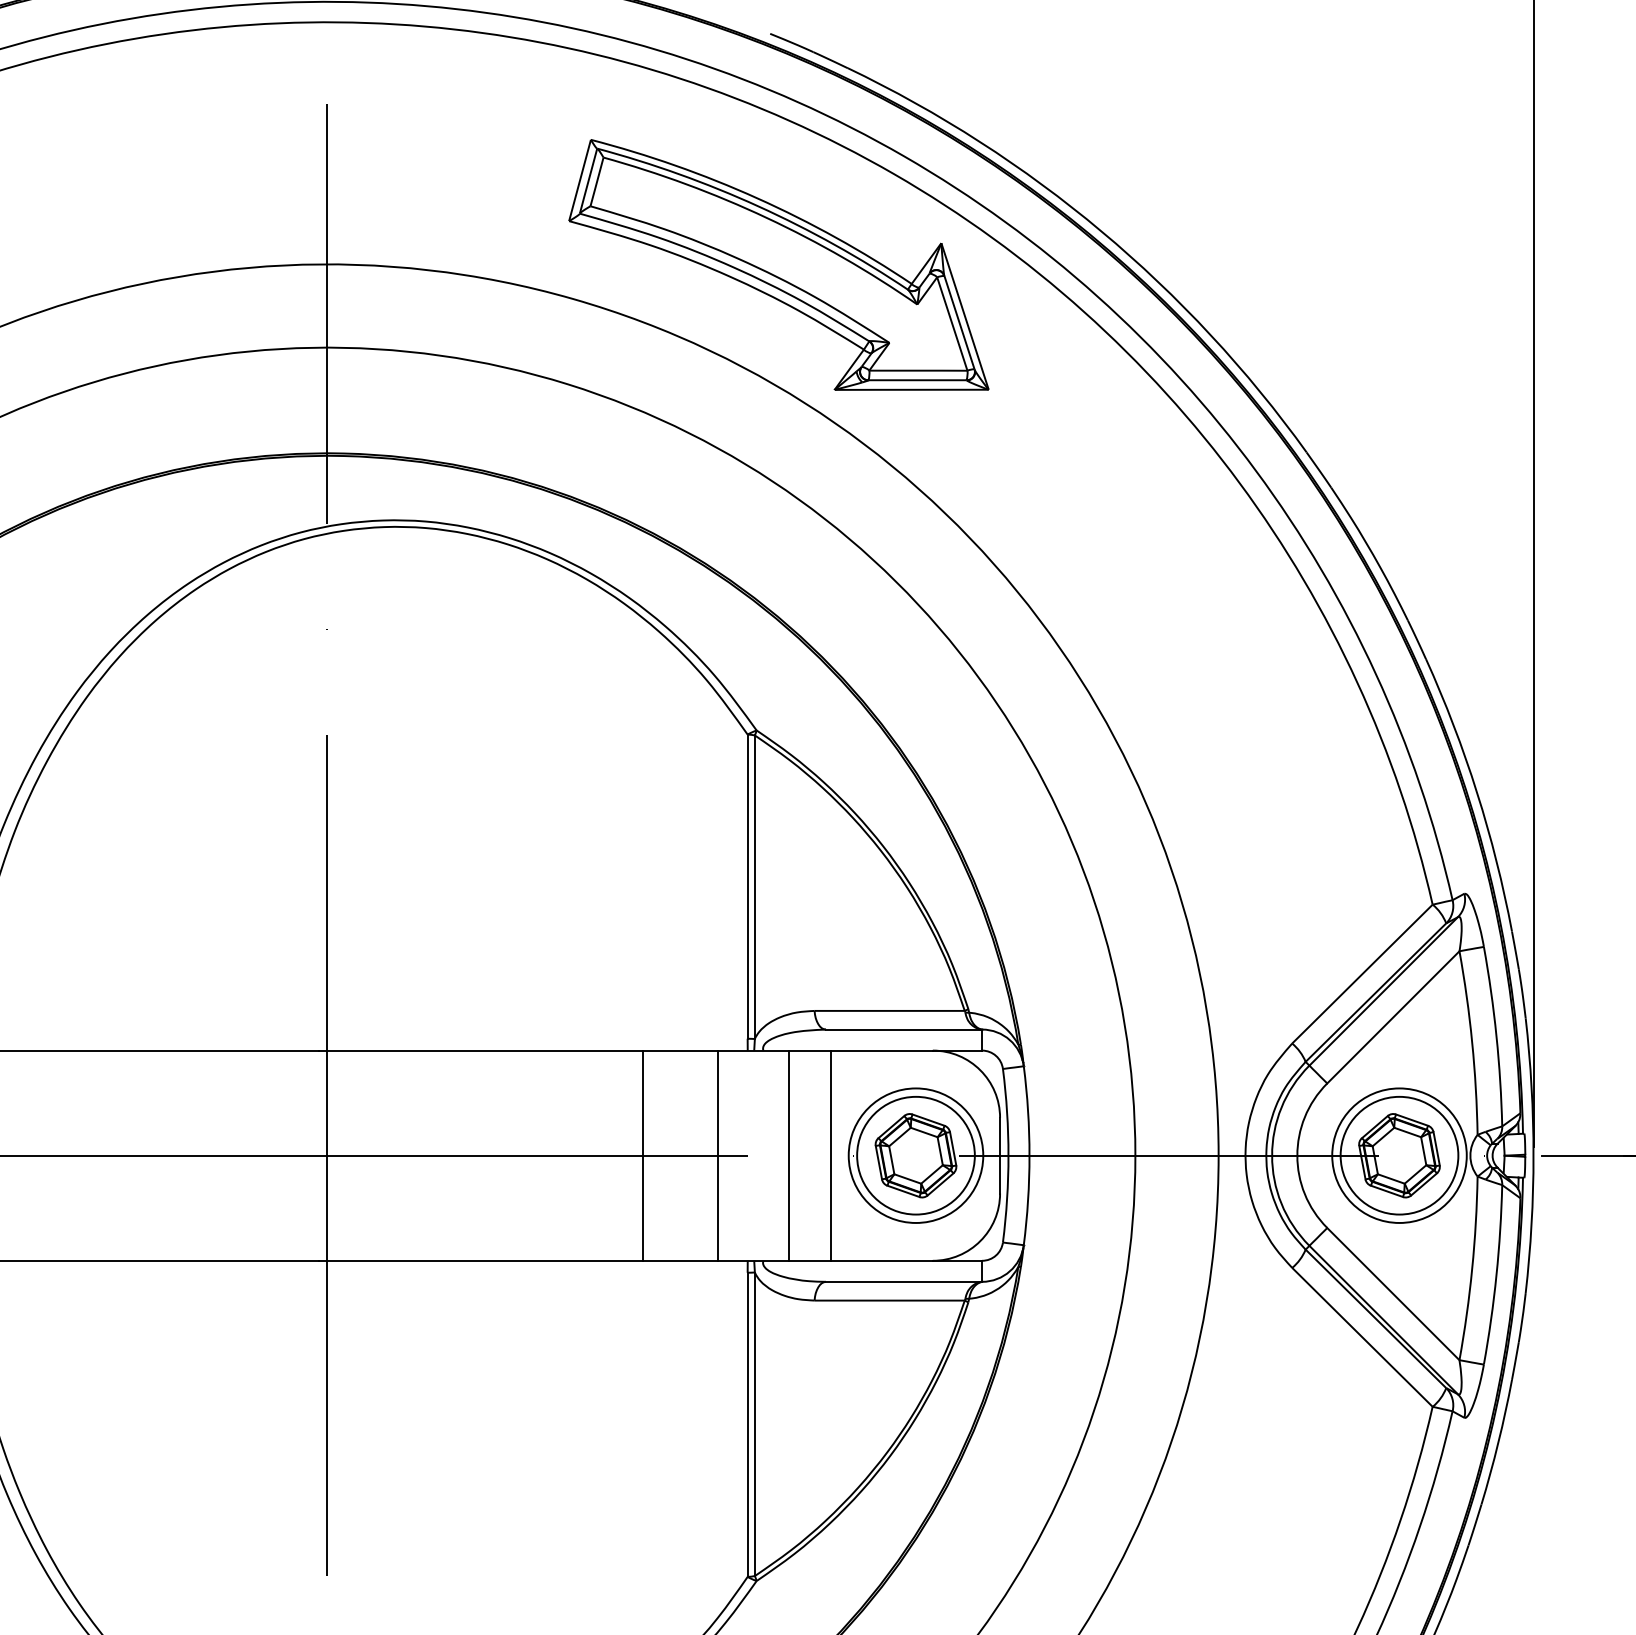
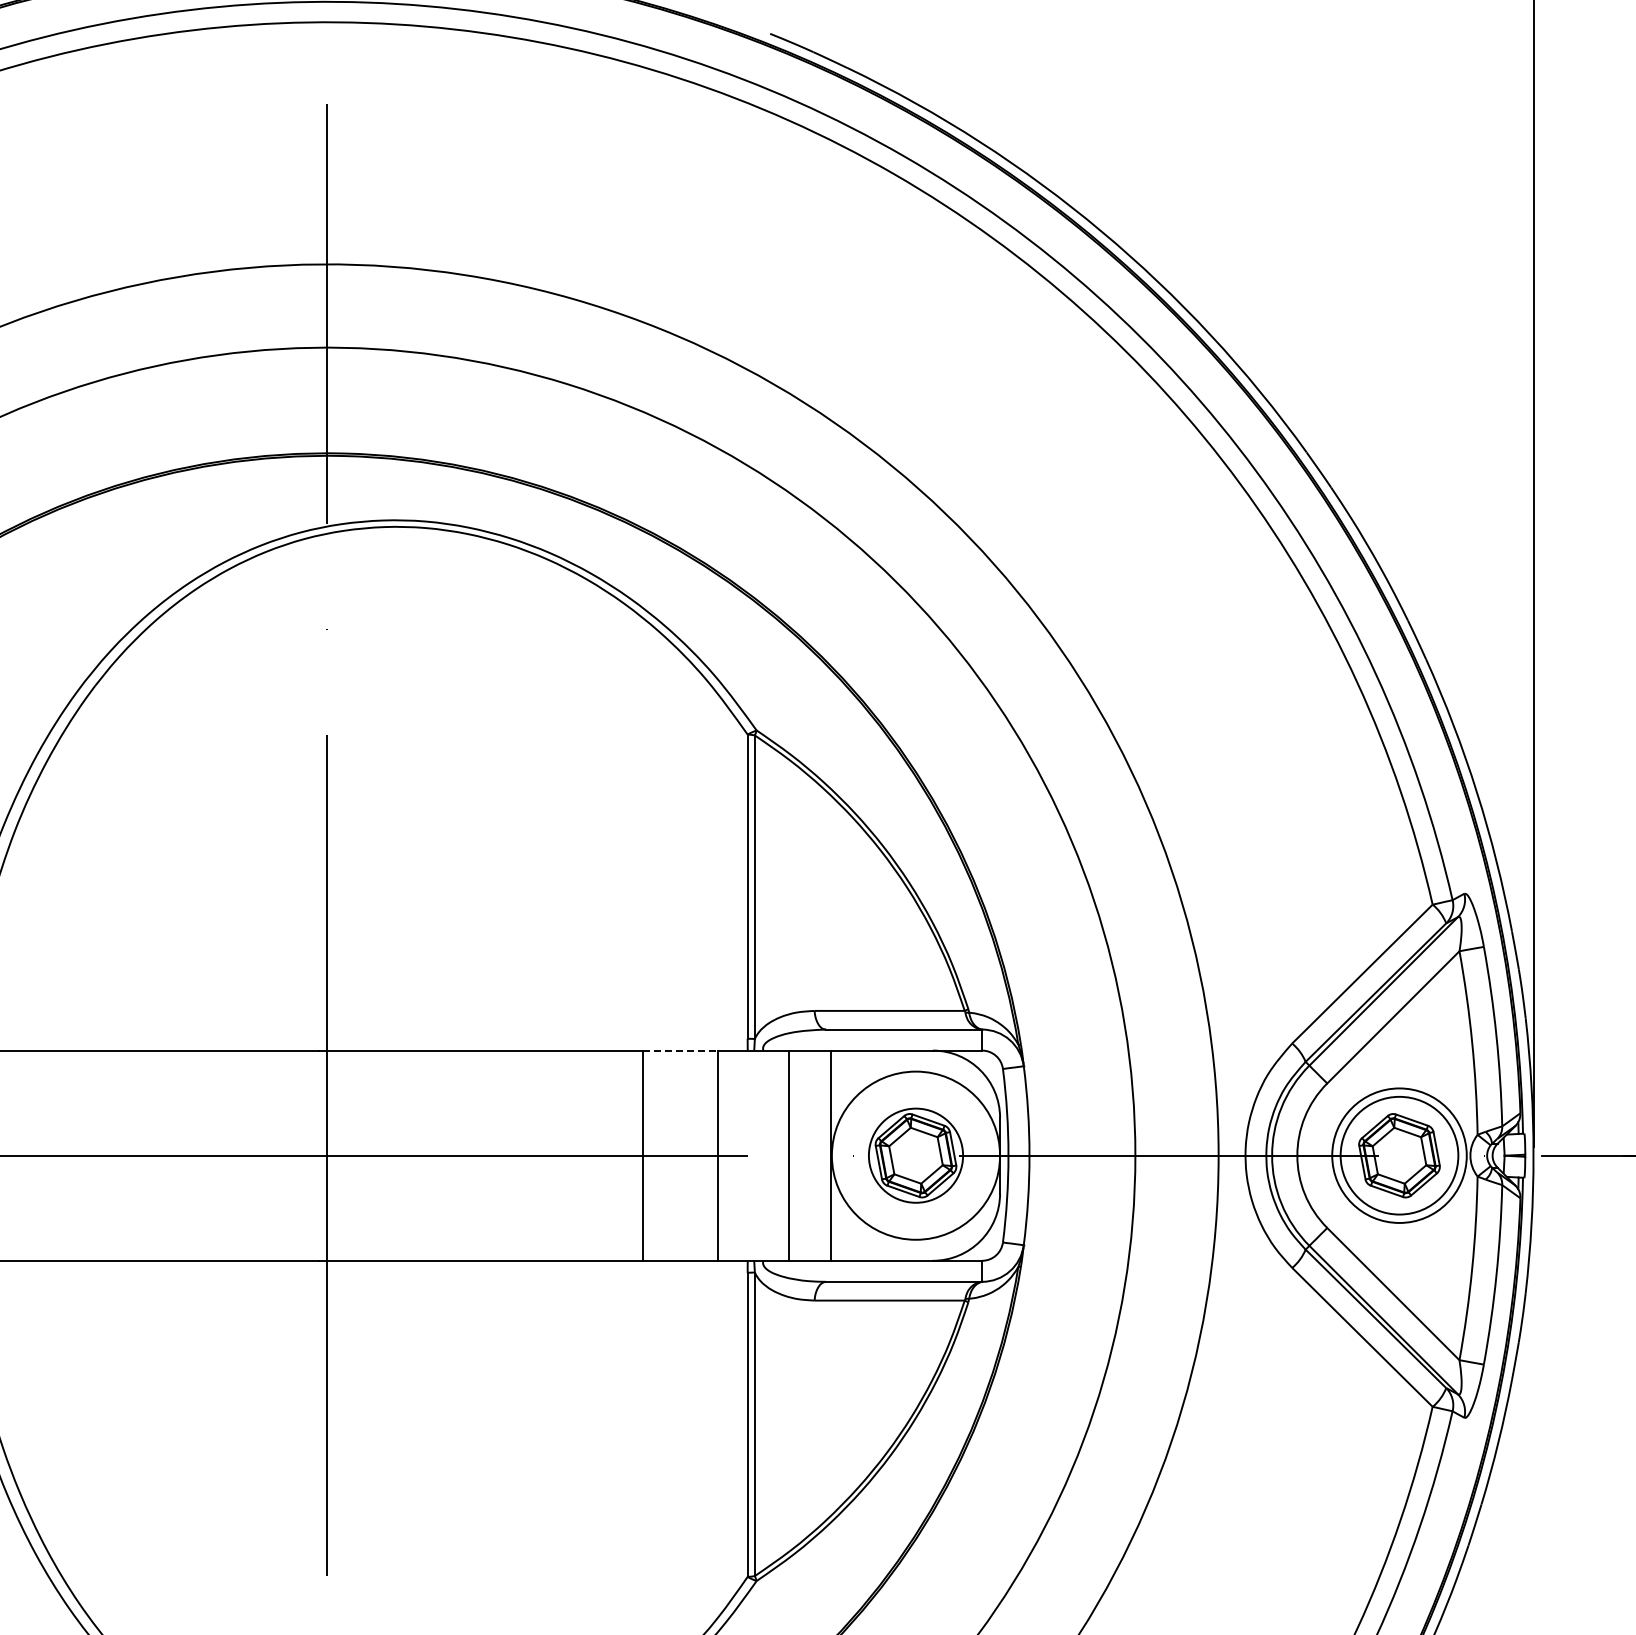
part at (778, 264): present -> none
line at (680, 1050): solid -> dashed
circle at (915, 1155) diameter: 118 px -> 94 px
circle at (915, 1155) diameter: 135 px -> 168 px
